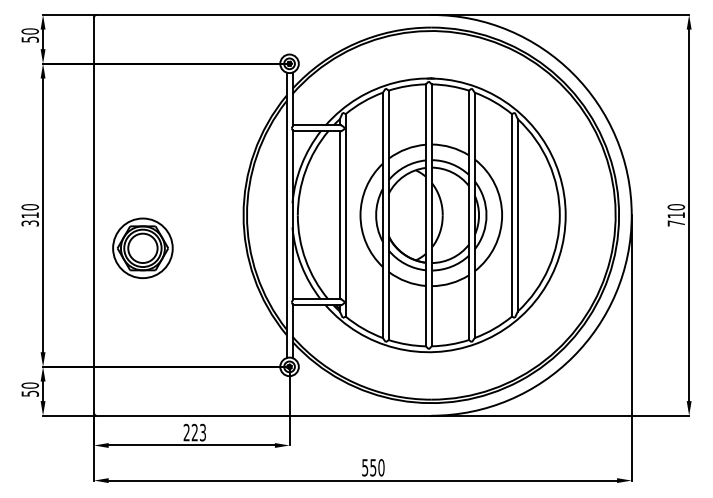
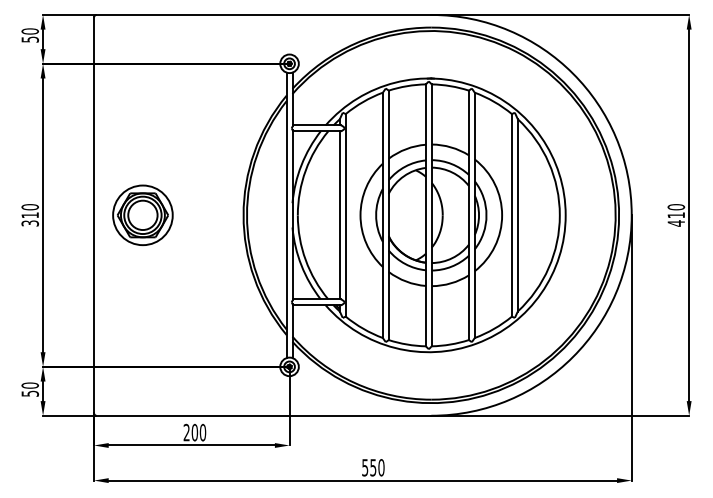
text at (675, 223): 710 -> 410
part at (142, 247) position: (142, 247) -> (142, 214)
text at (198, 432): 223 -> 200
